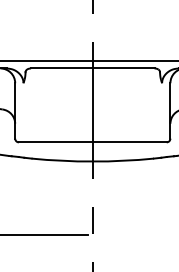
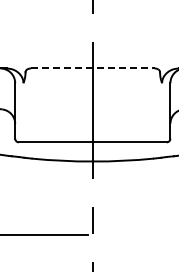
line at (88, 61): present -> none
line at (92, 68): solid -> dashed
